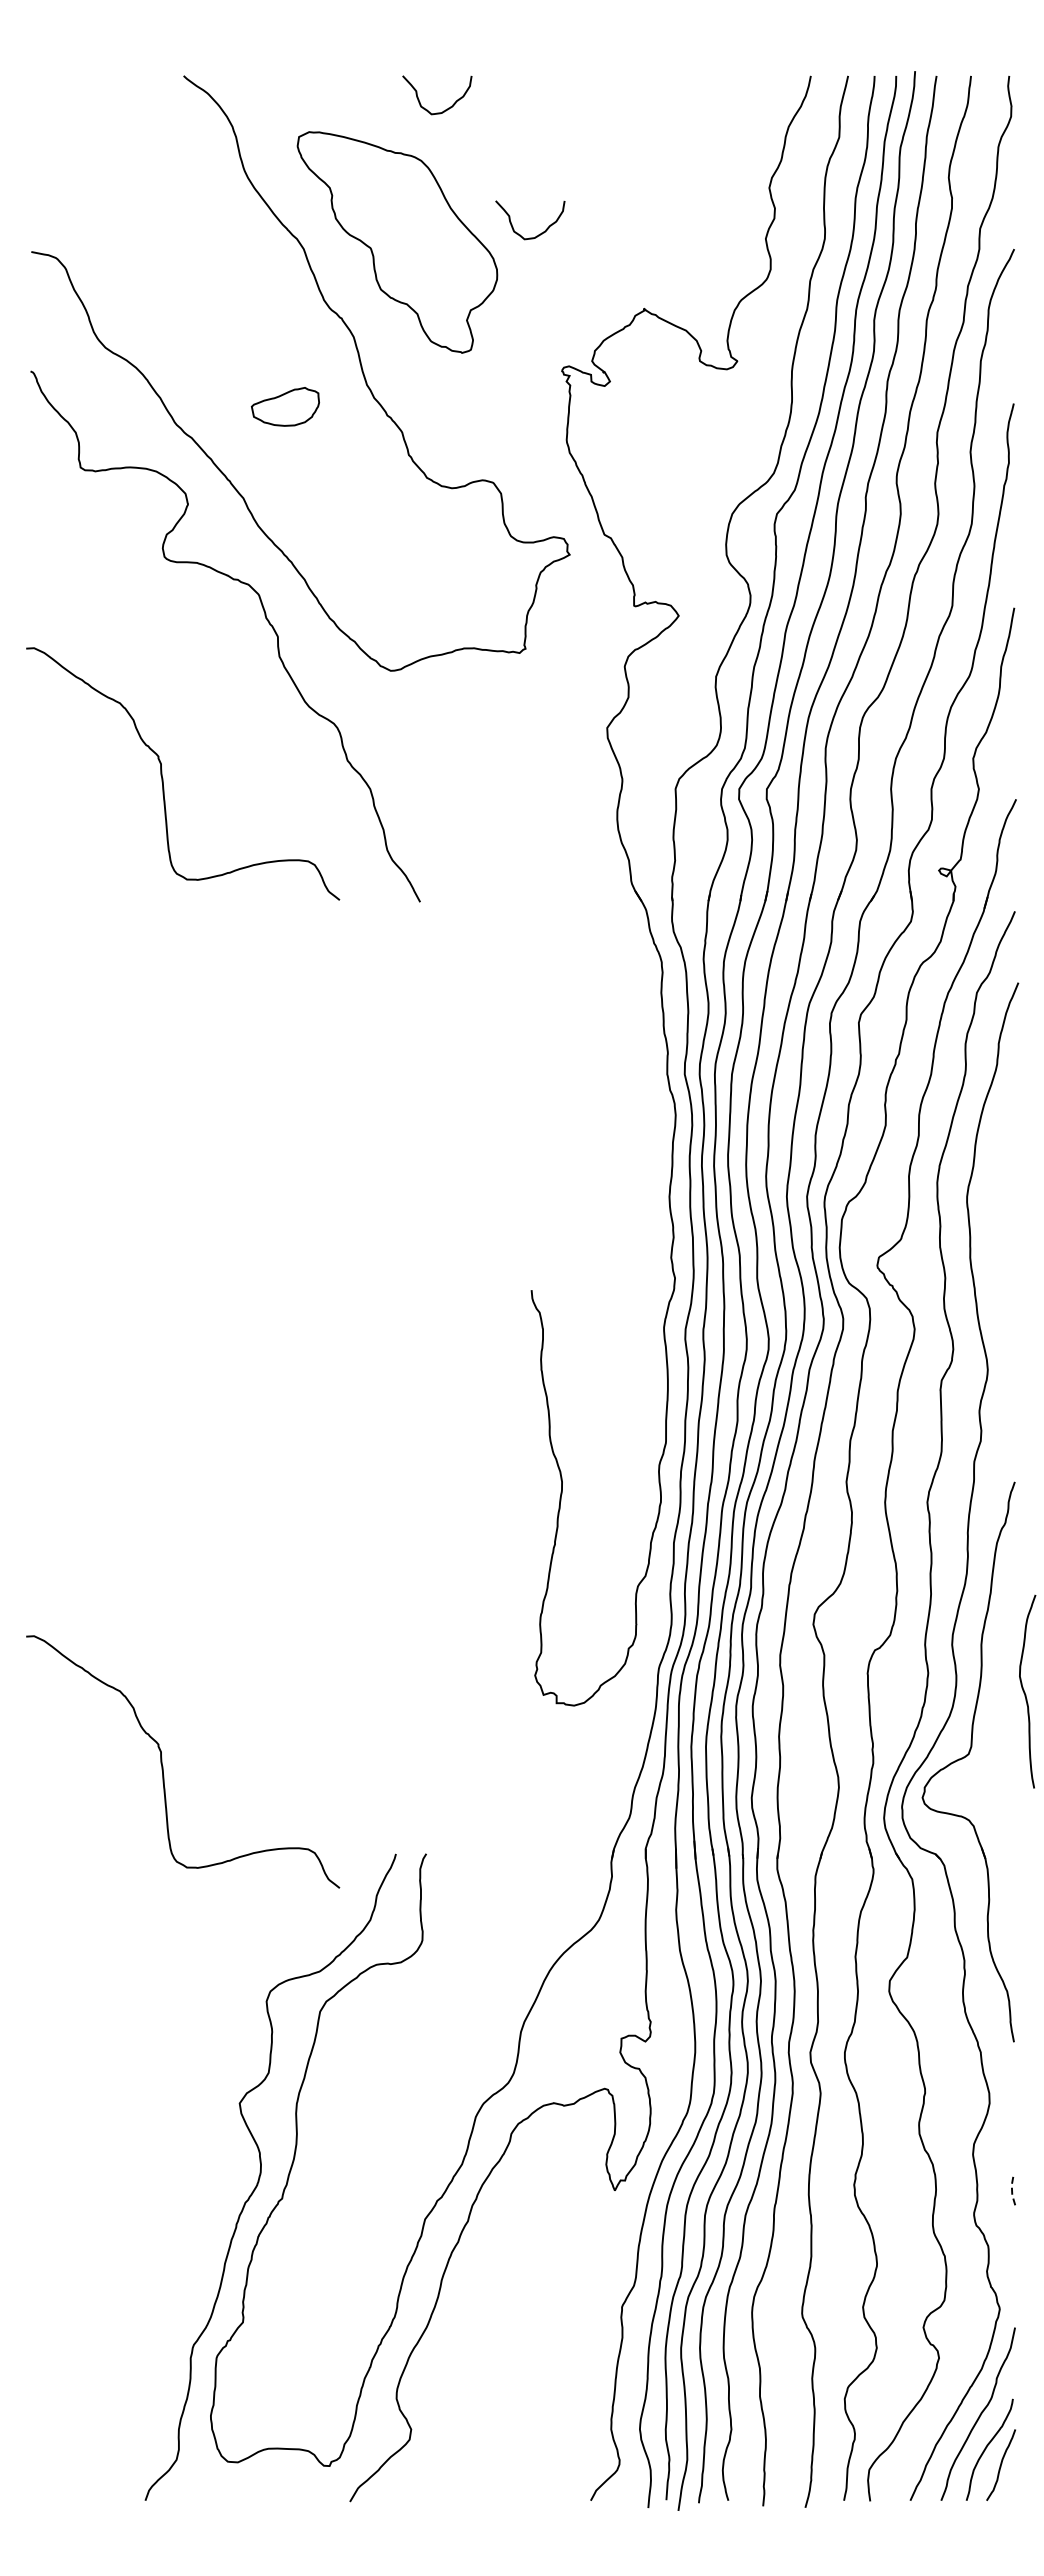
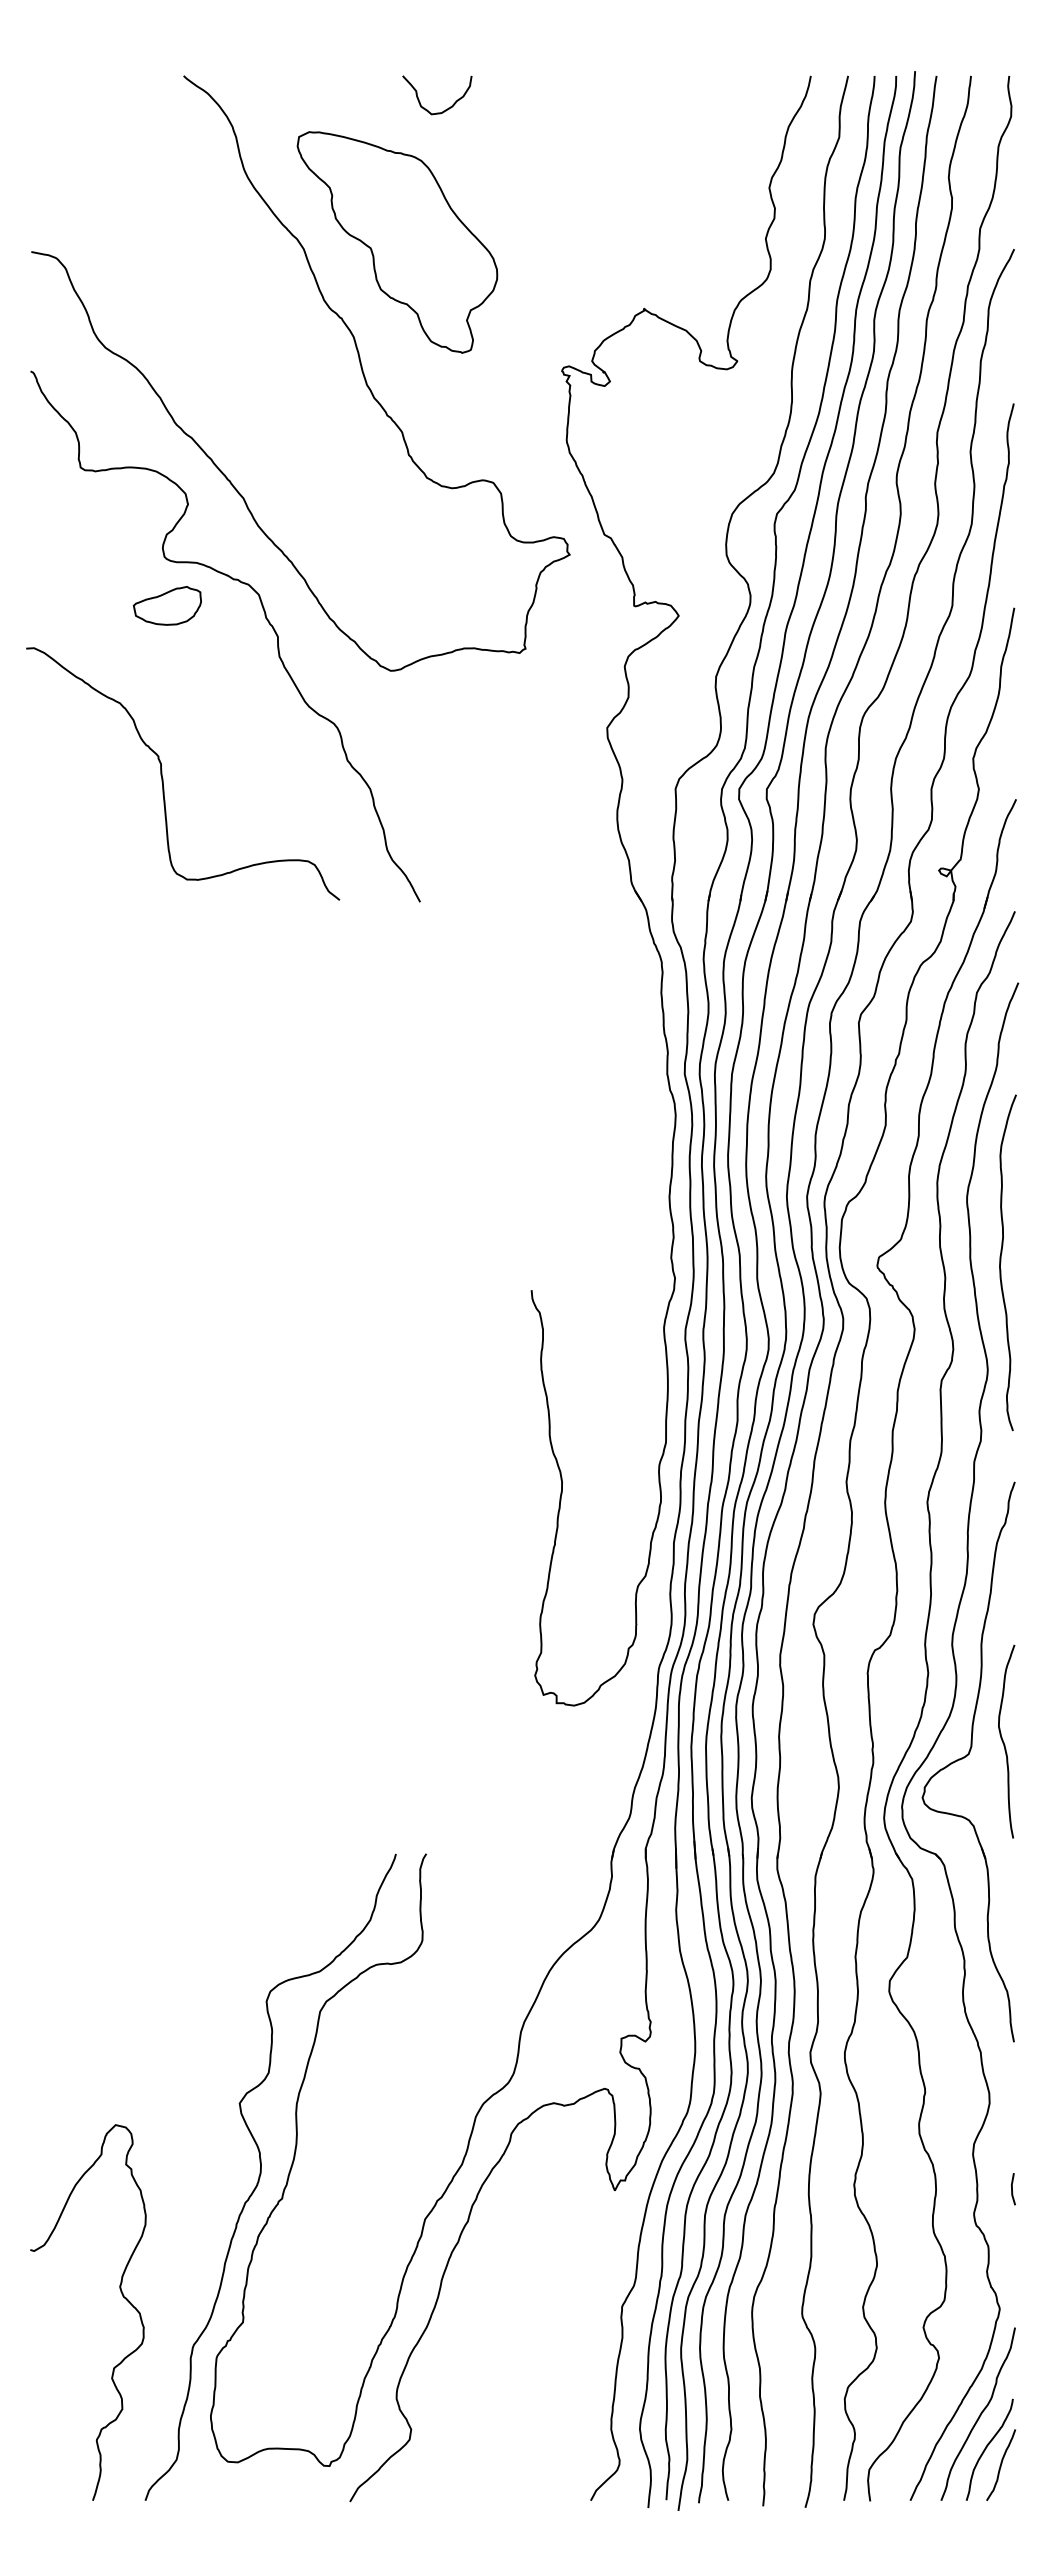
curve at (538, 234): present -> none
part at (284, 406) position: (284, 406) -> (166, 605)
curve at (1001, 1262): none -> present
curve at (1025, 1692) position: (1025, 1692) -> (1004, 1742)
curve at (163, 1766): present -> none
line at (1011, 2188): dashed -> solid
curve at (122, 2296): none -> present
